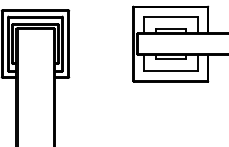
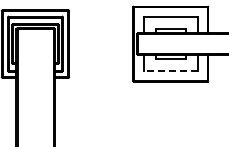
line at (170, 71): solid -> dashed
